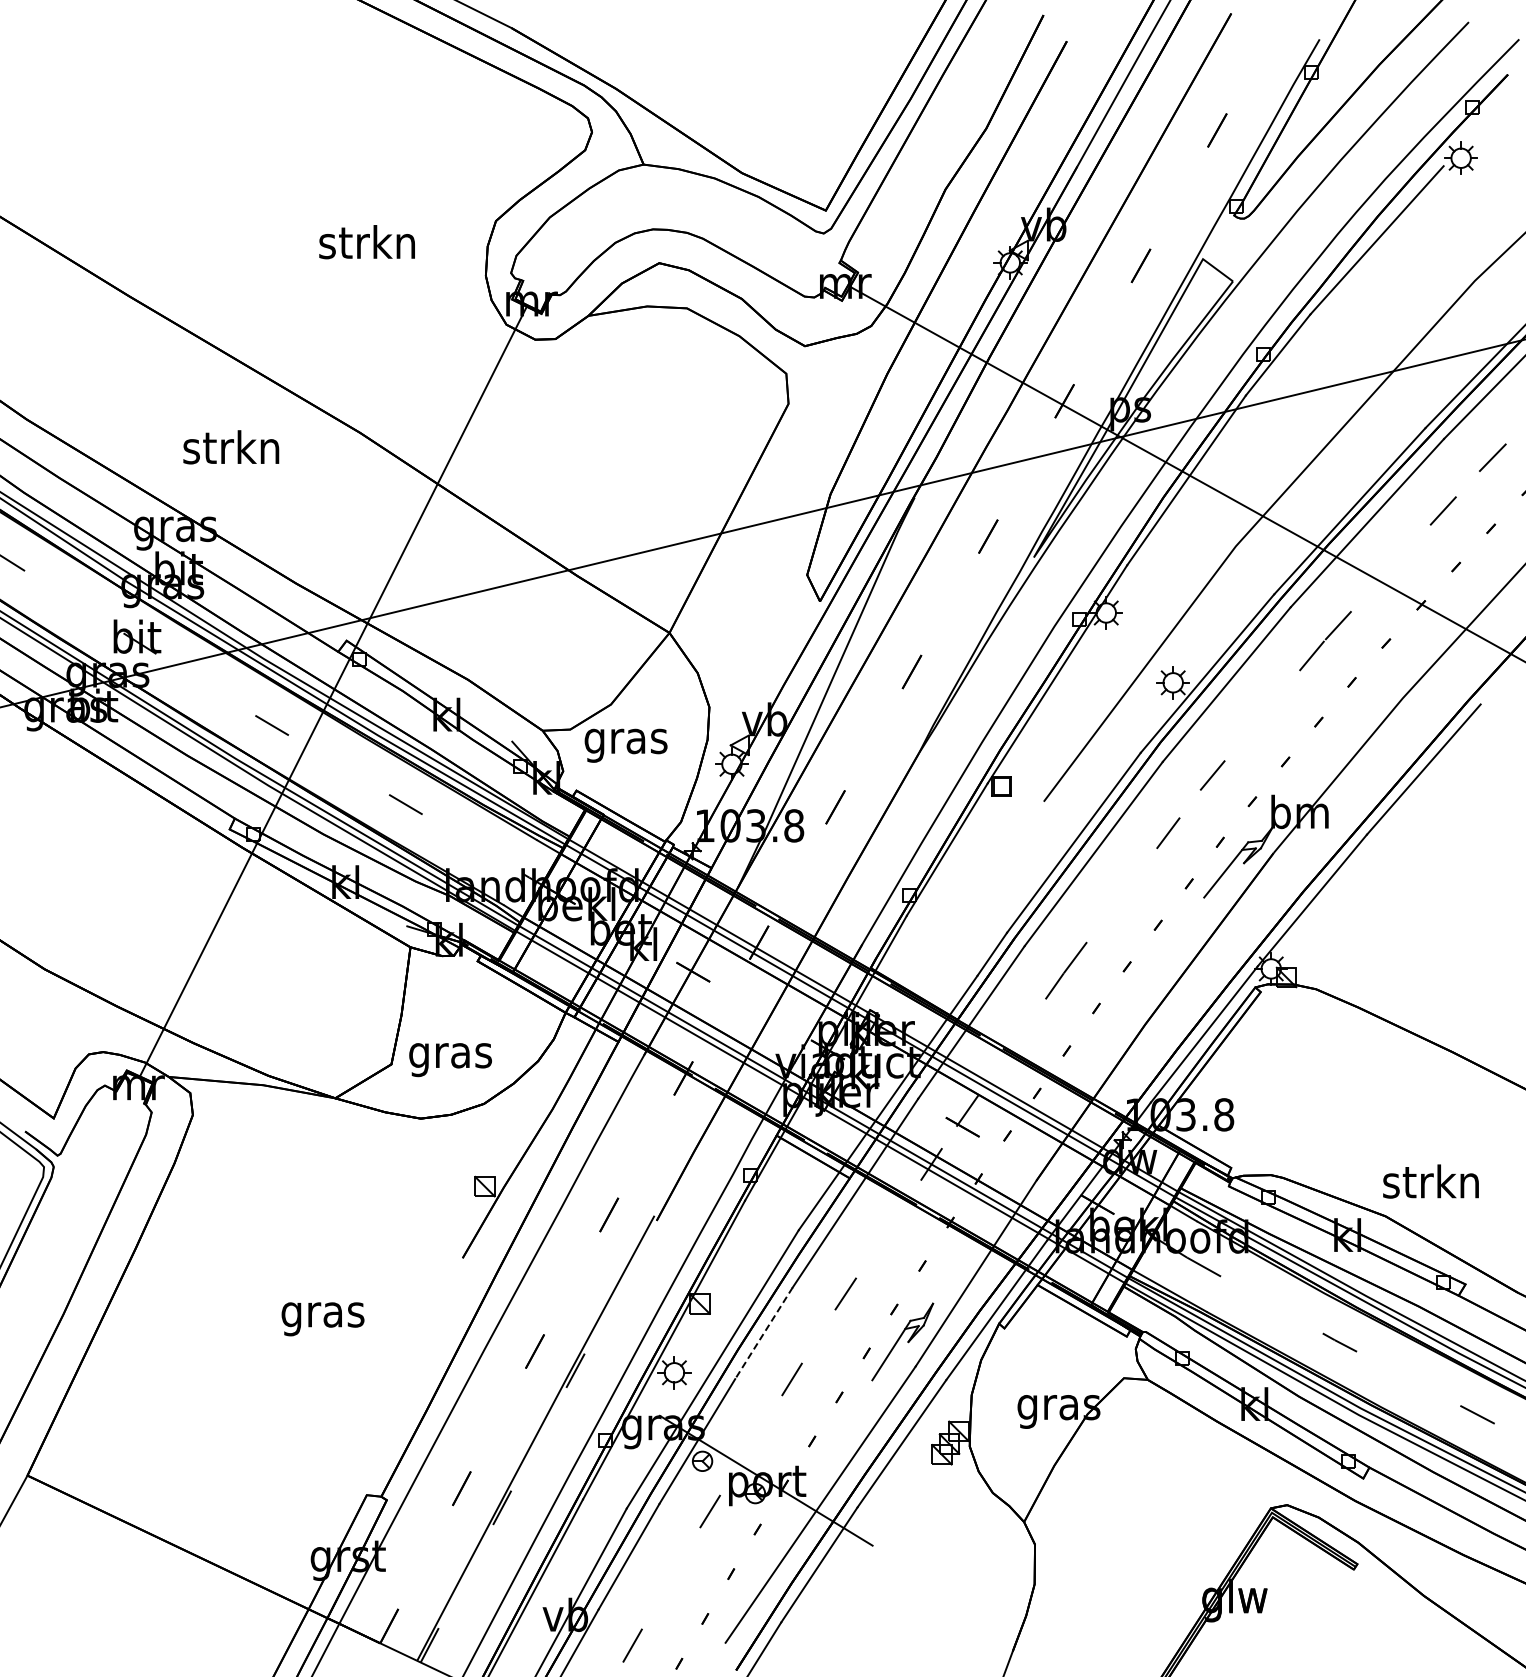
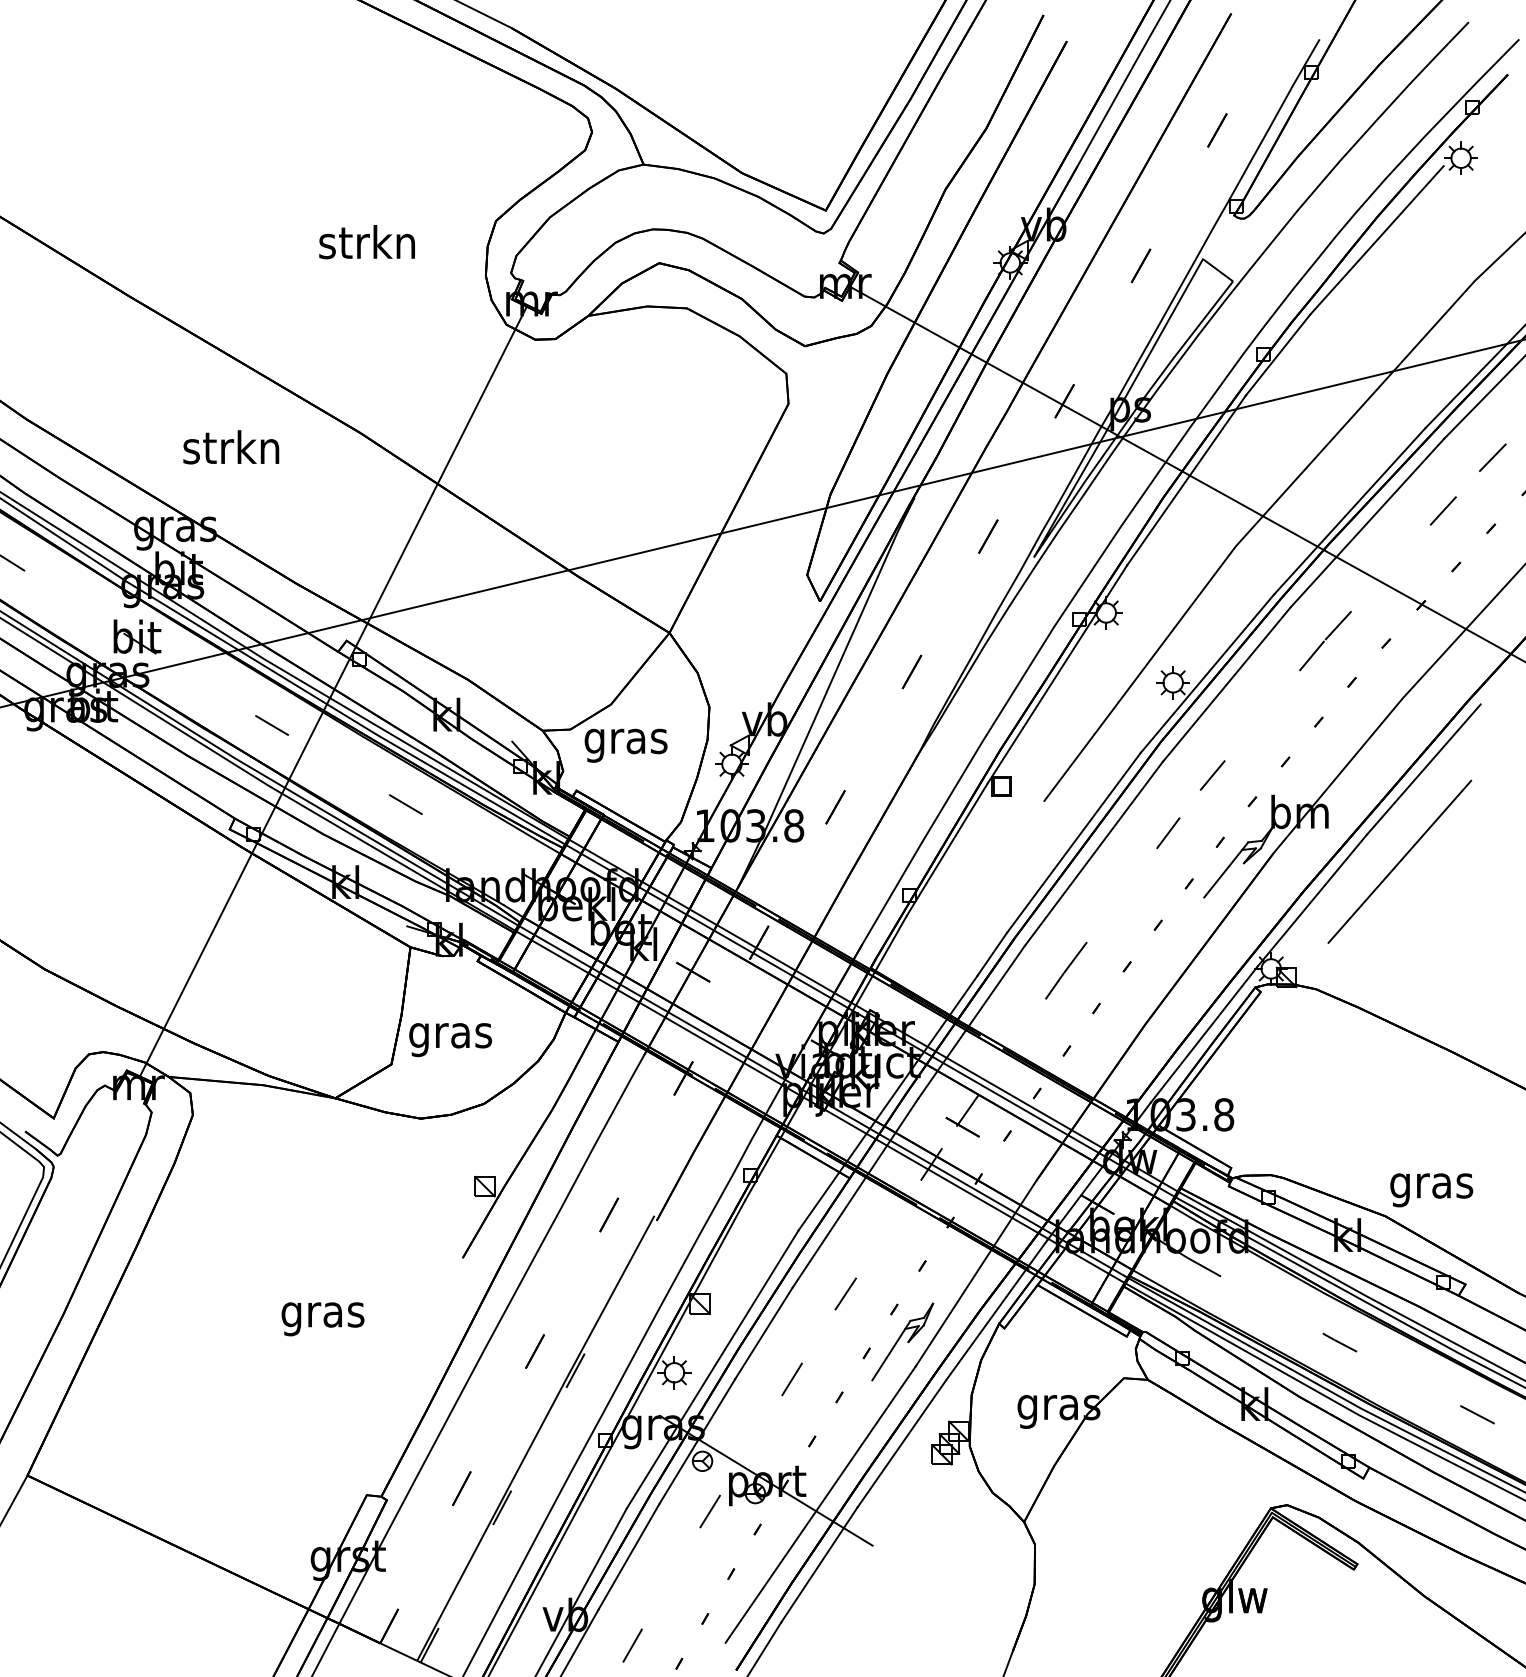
line at (1399, 861): none -> present
text at (450, 1060) position: (450, 1060) -> (450, 1040)
text at (1430, 1185): strkn -> gras
line at (763, 1333): dashed -> solid
